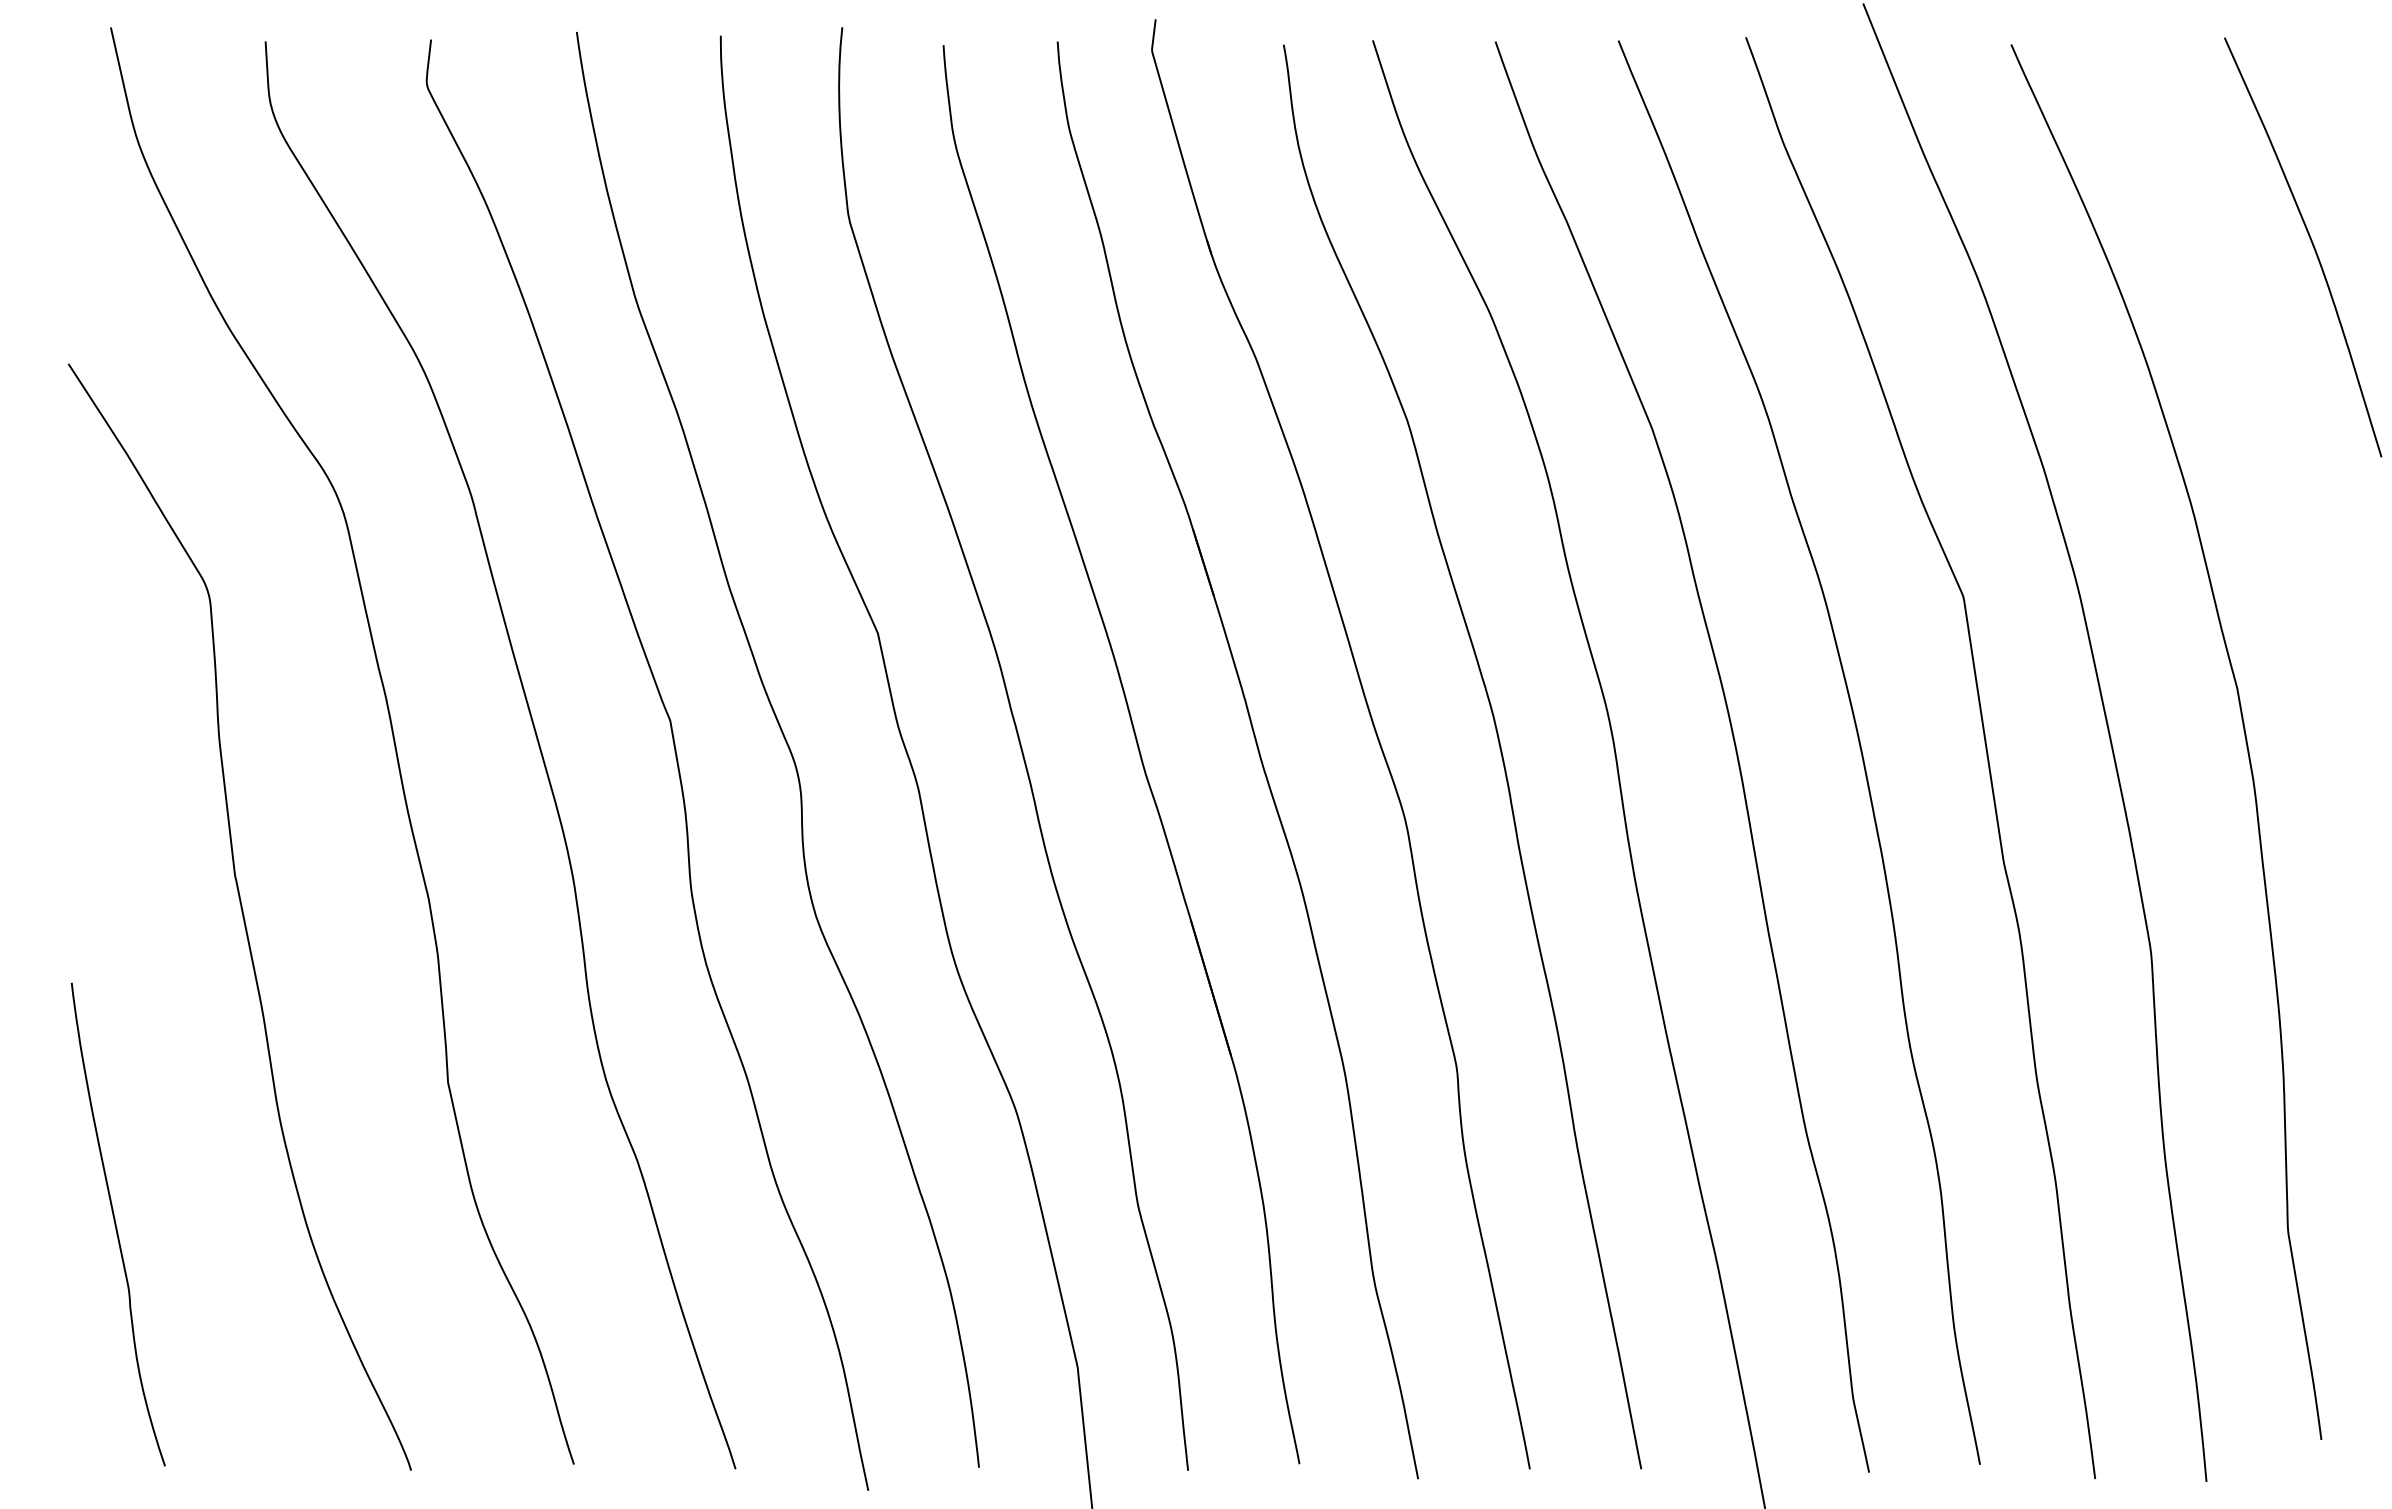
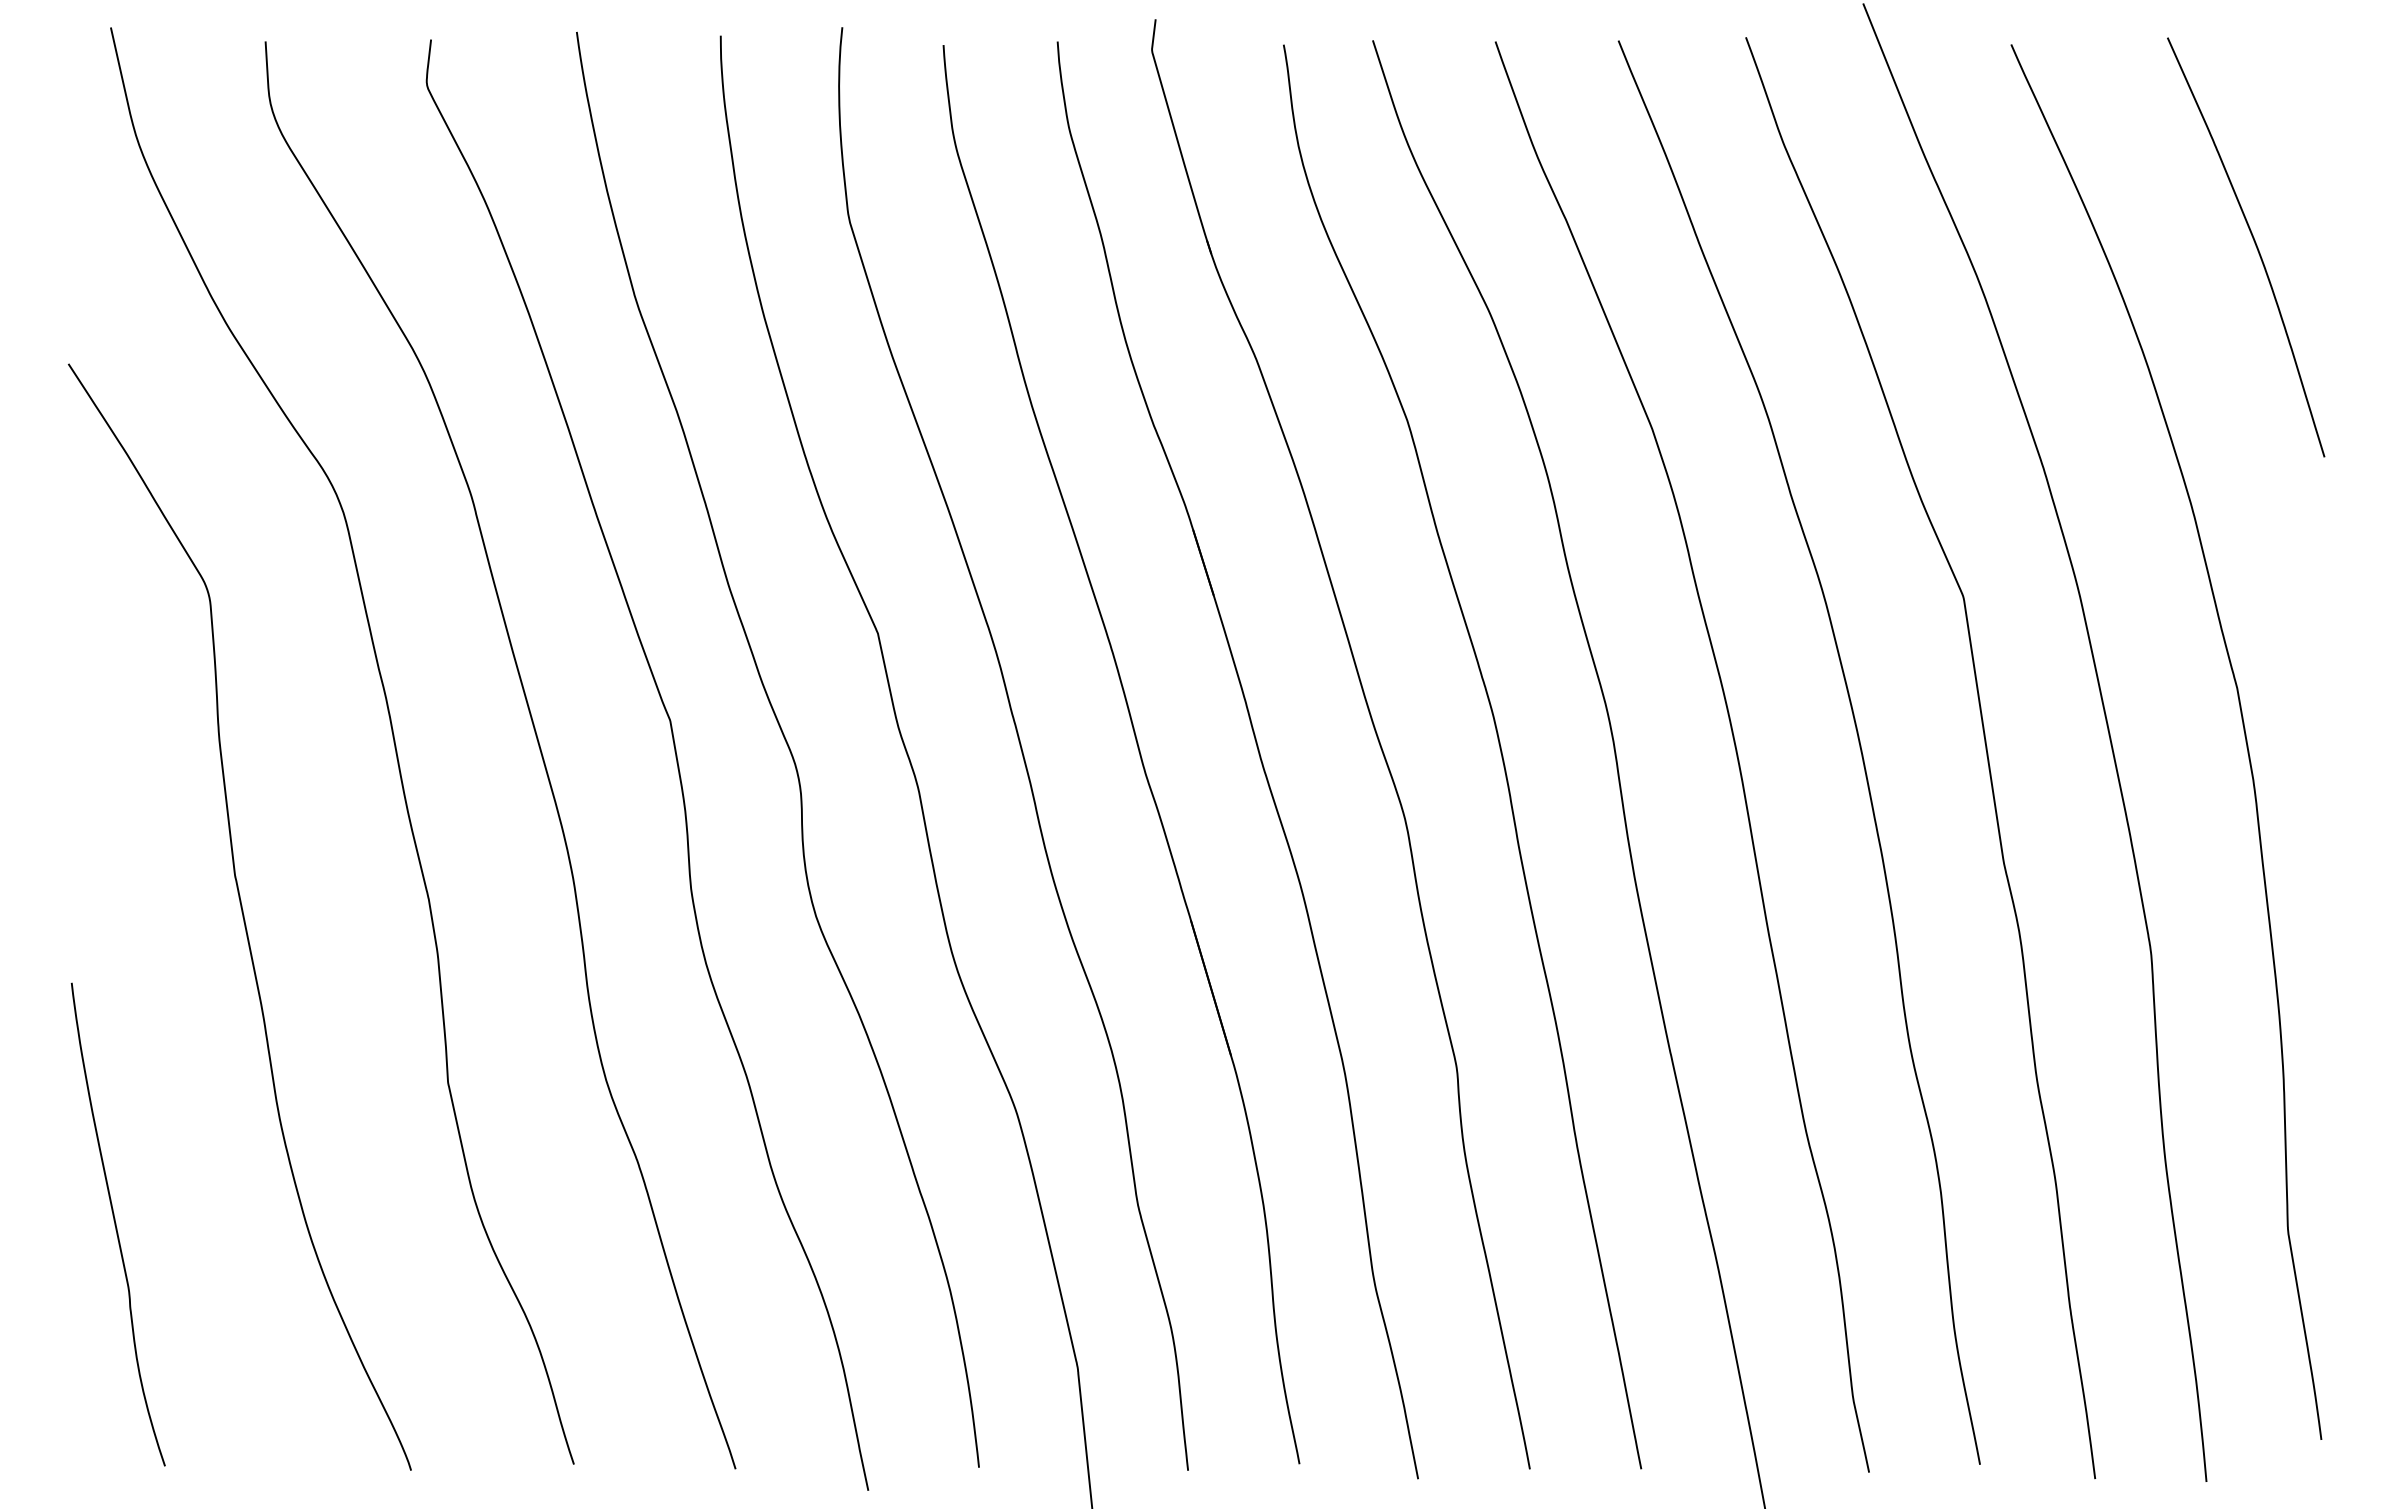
curve at (2311, 243) position: (2311, 243) -> (2254, 243)
